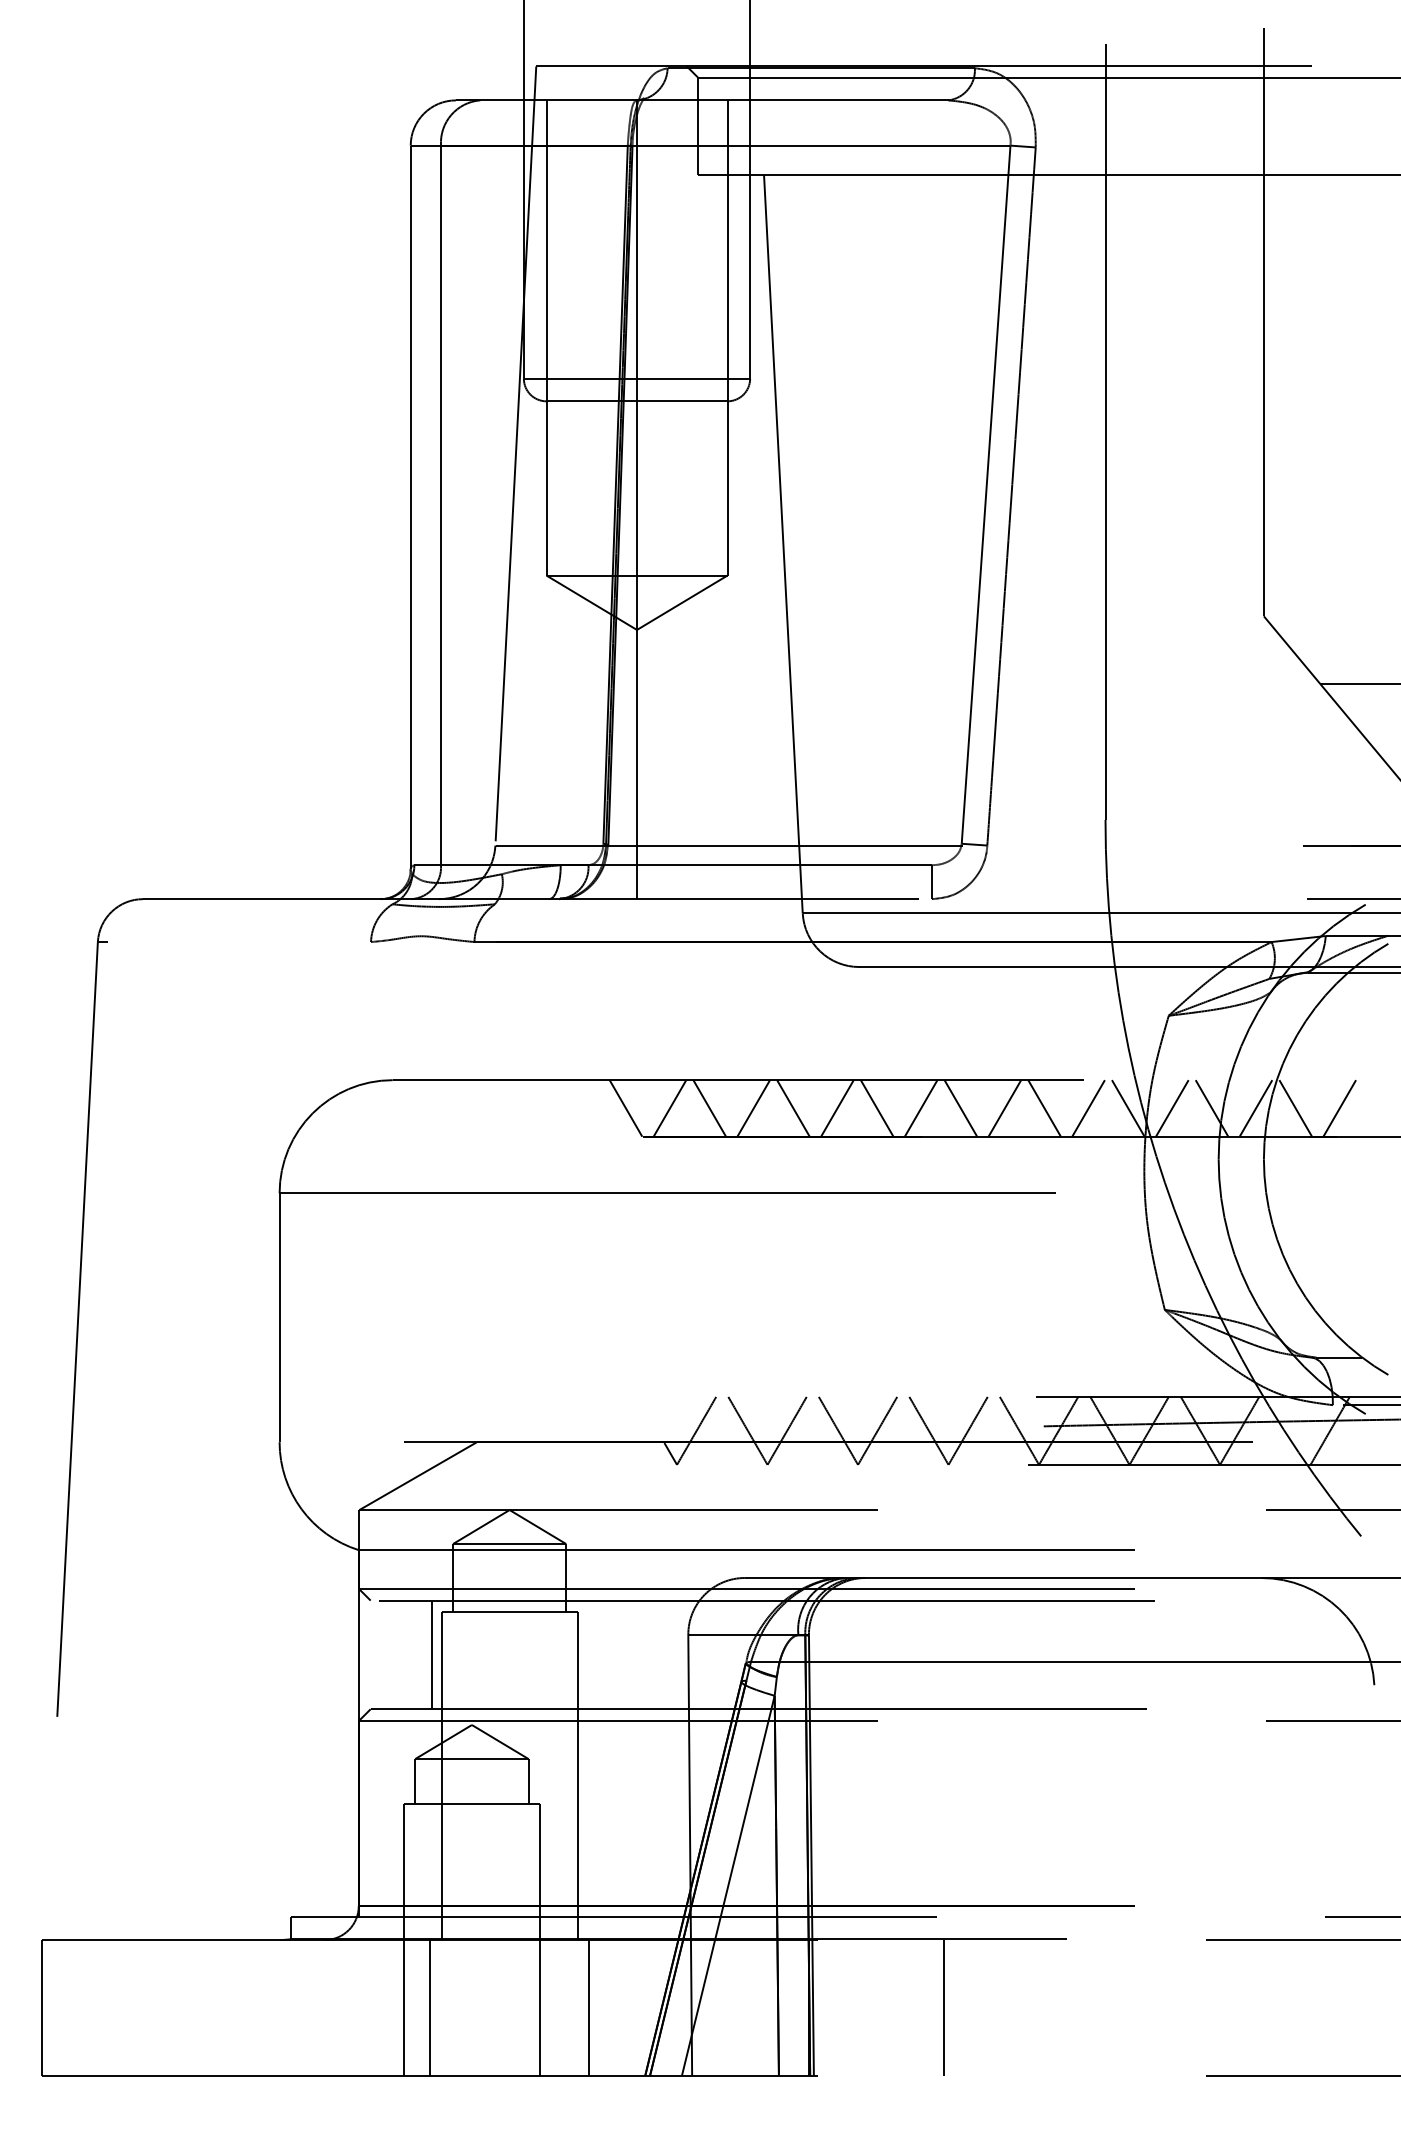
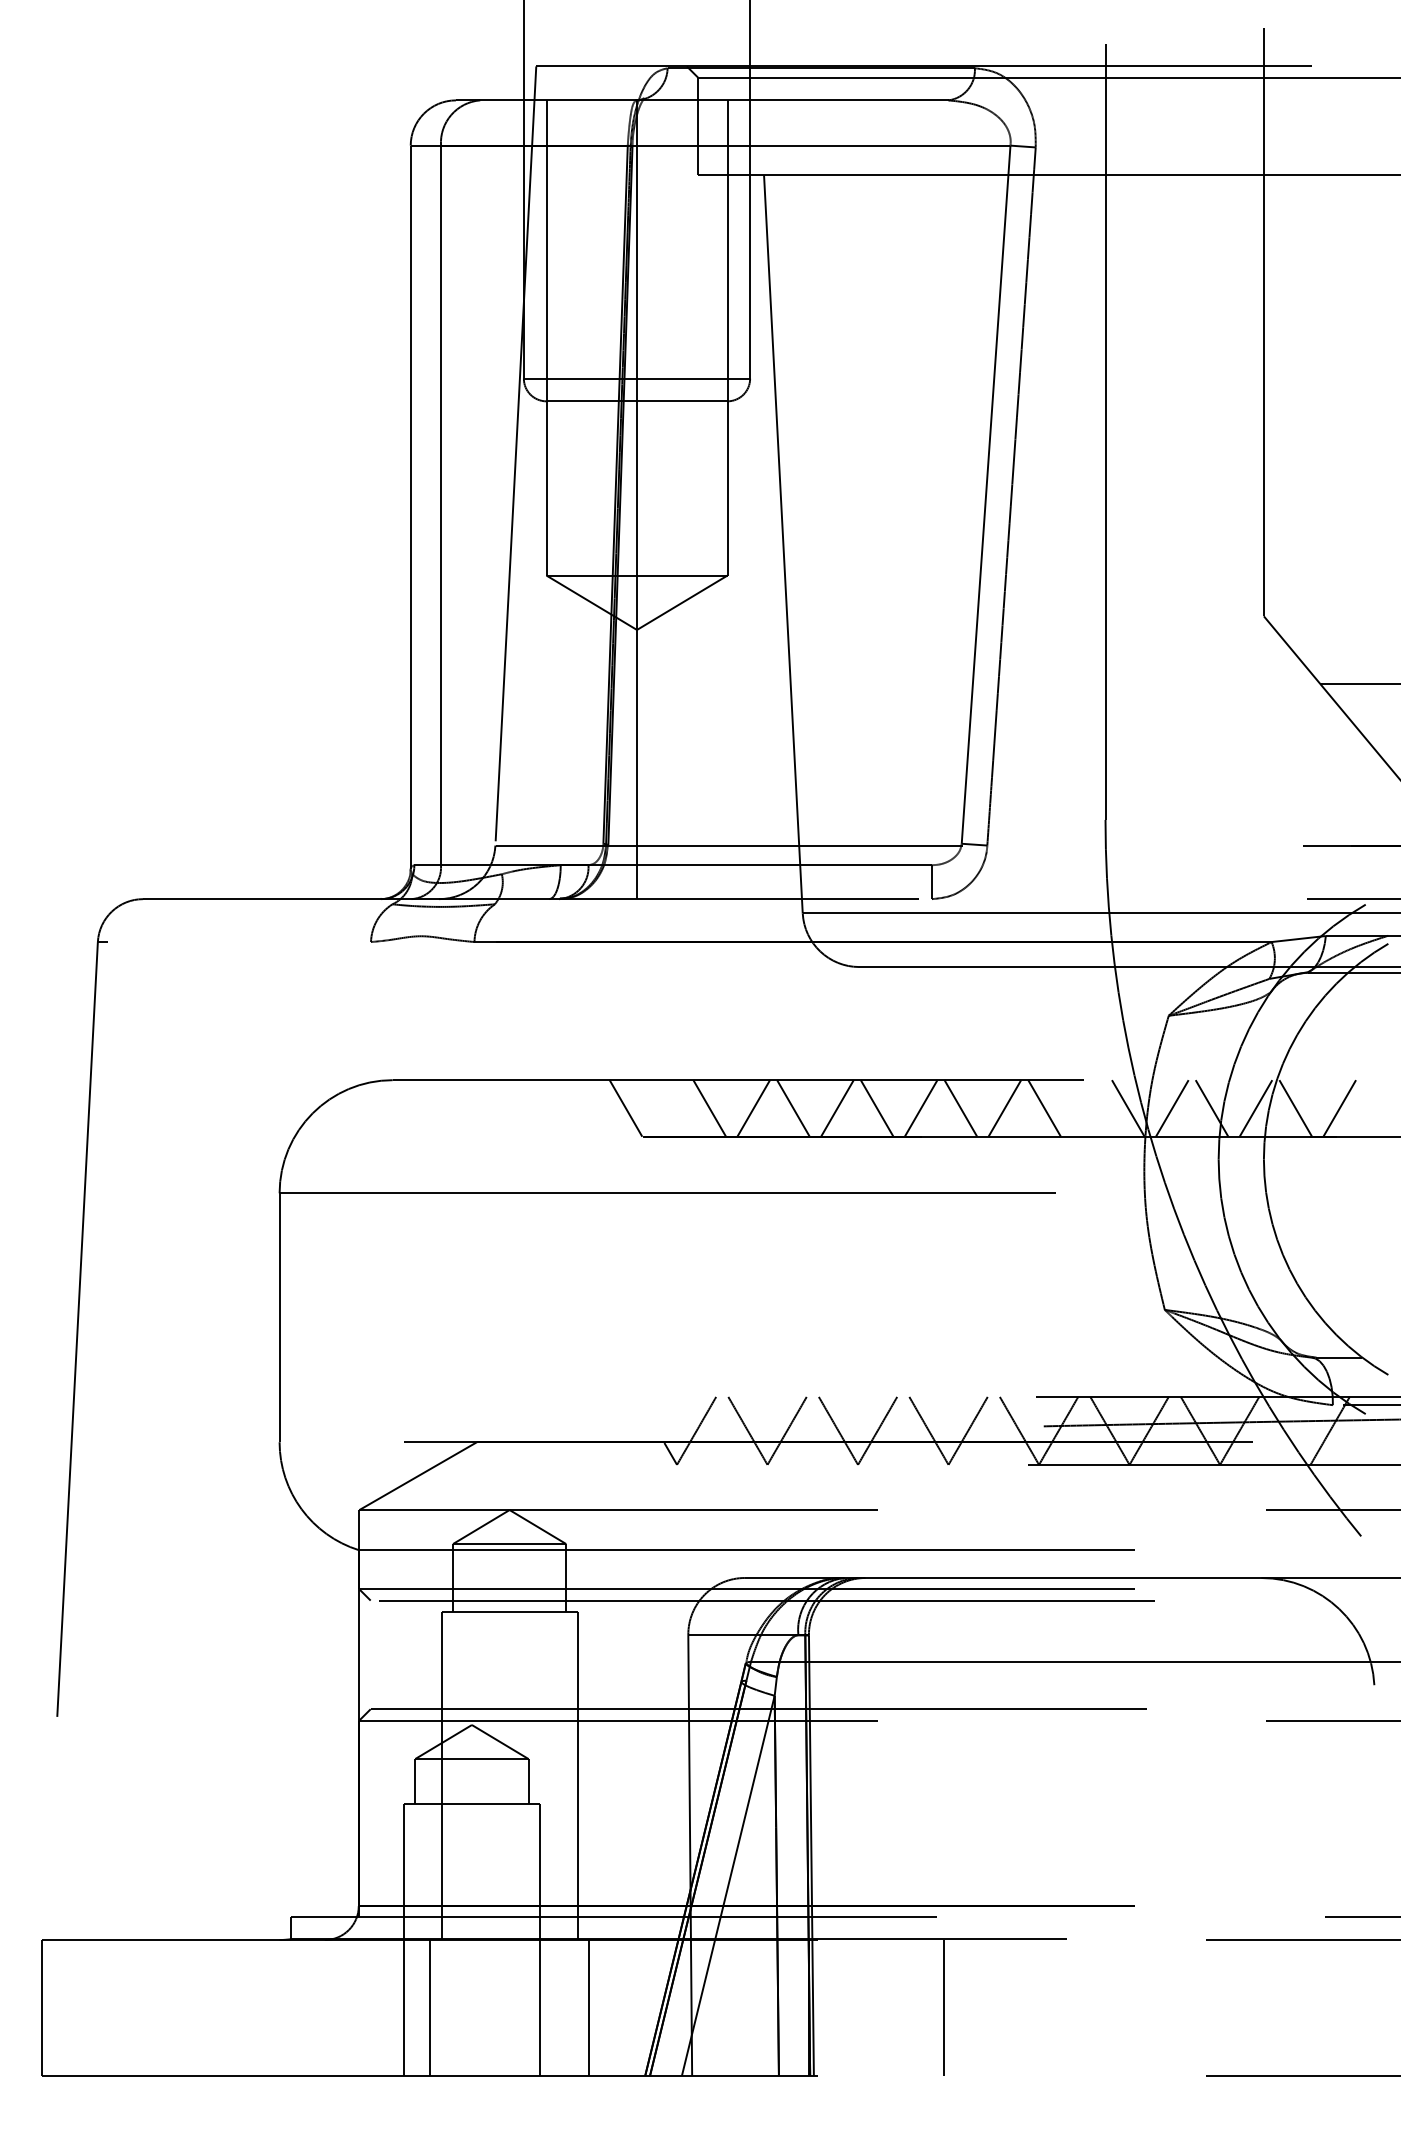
line at (669, 1108): present -> none
line at (1088, 1108): present -> none
line at (431, 1654): present -> none
